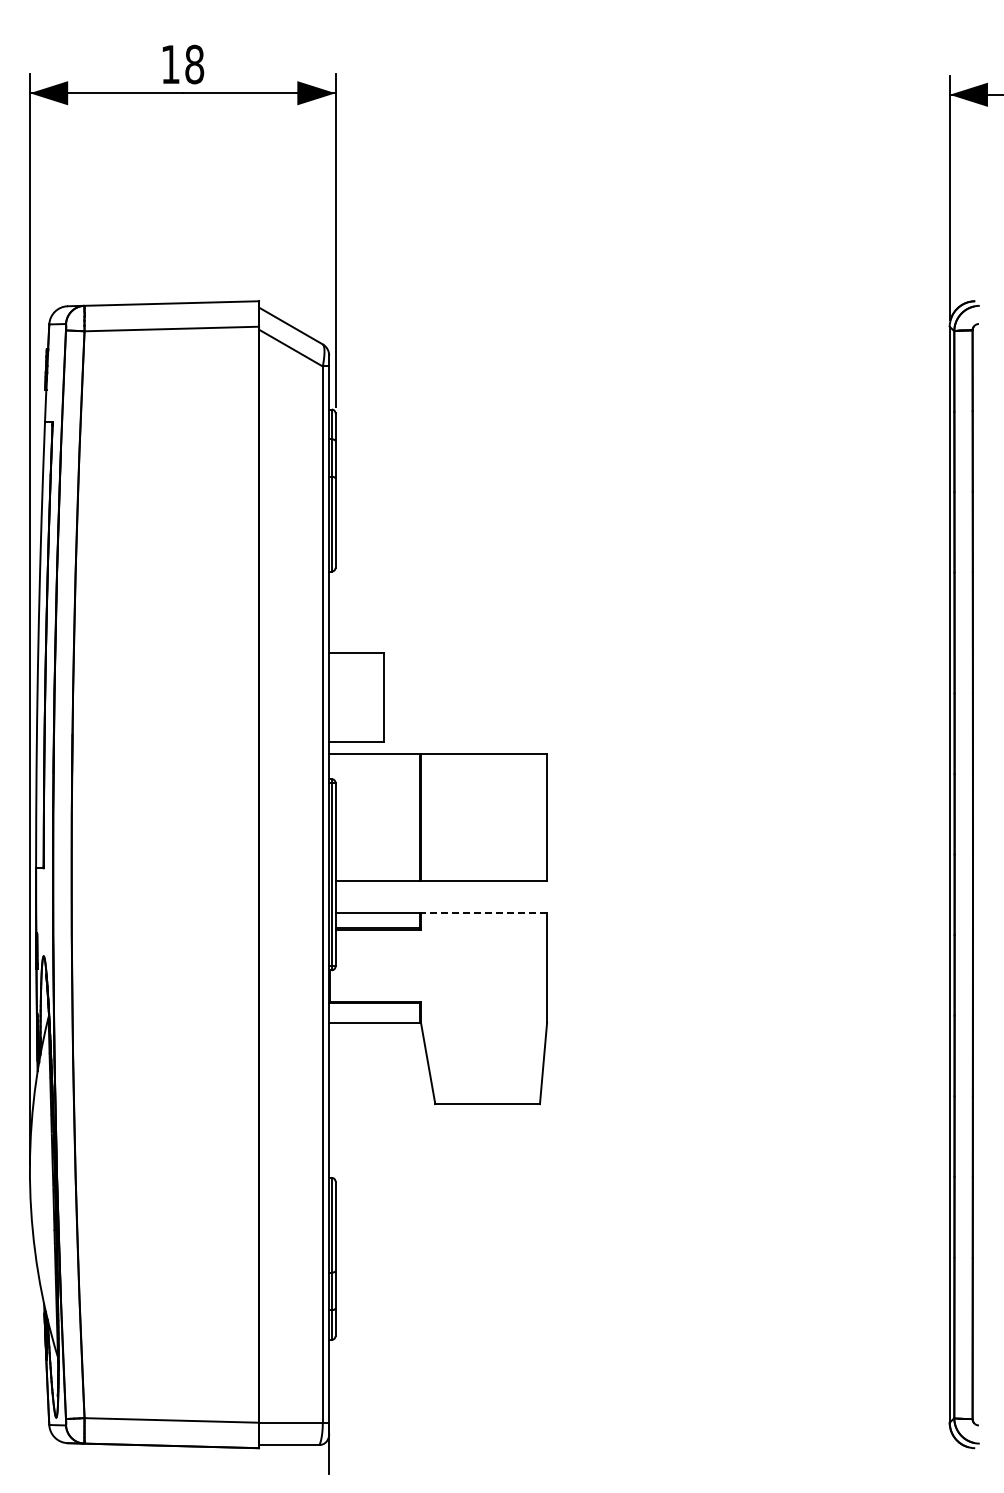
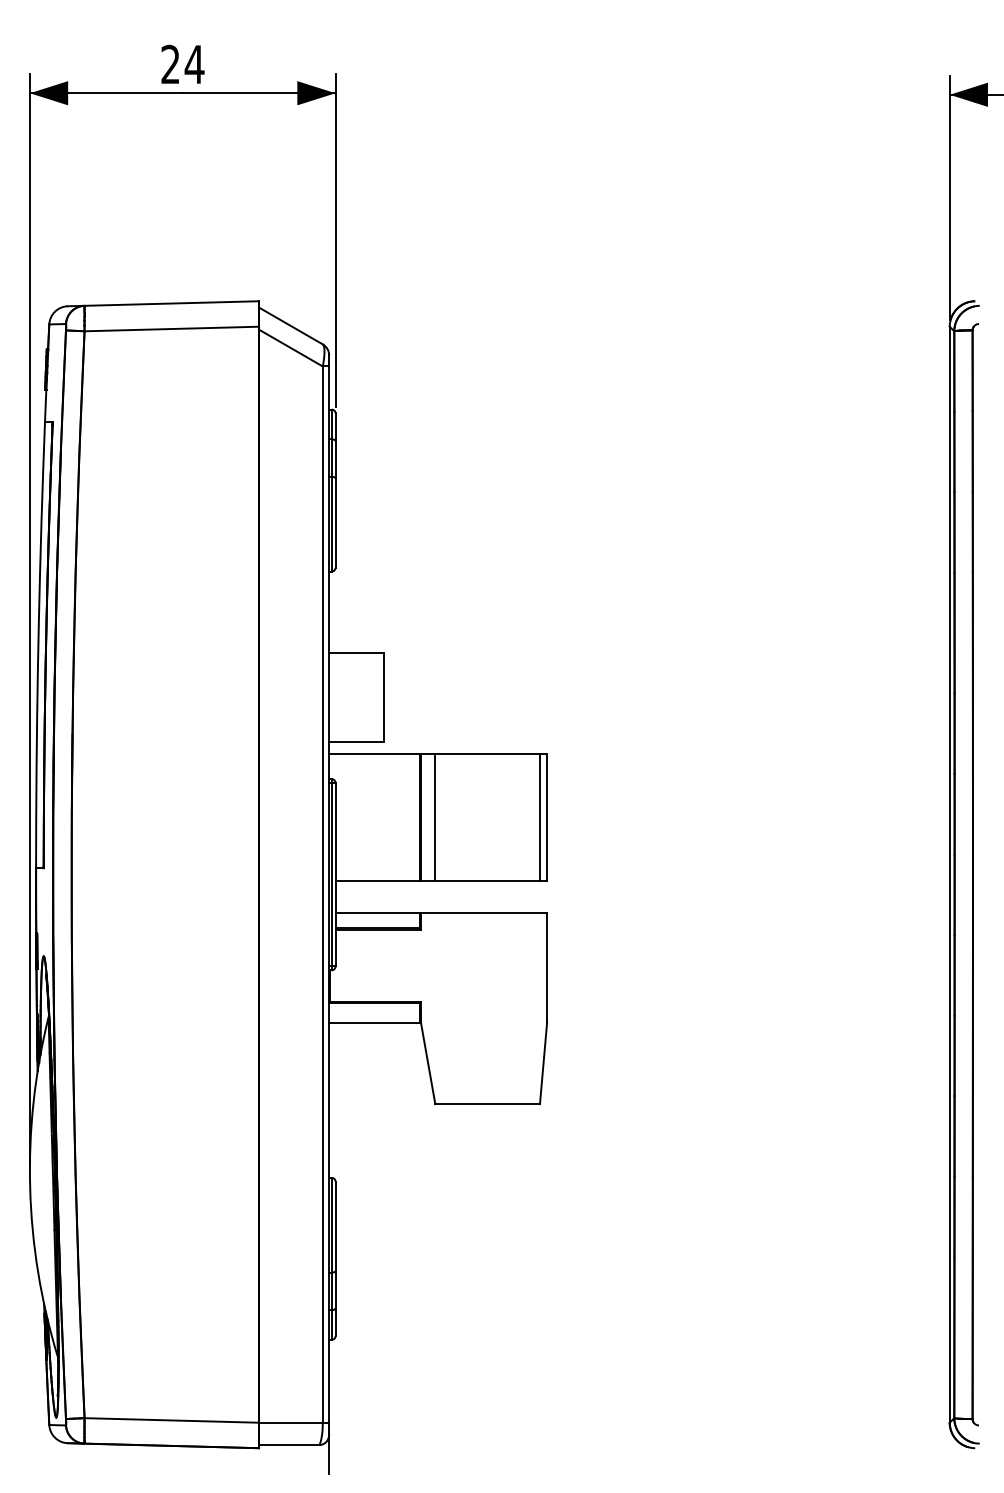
text at (182, 64): 18 -> 24
line at (435, 817): none -> present
line at (539, 817): none -> present
line at (483, 912): dashed -> solid
